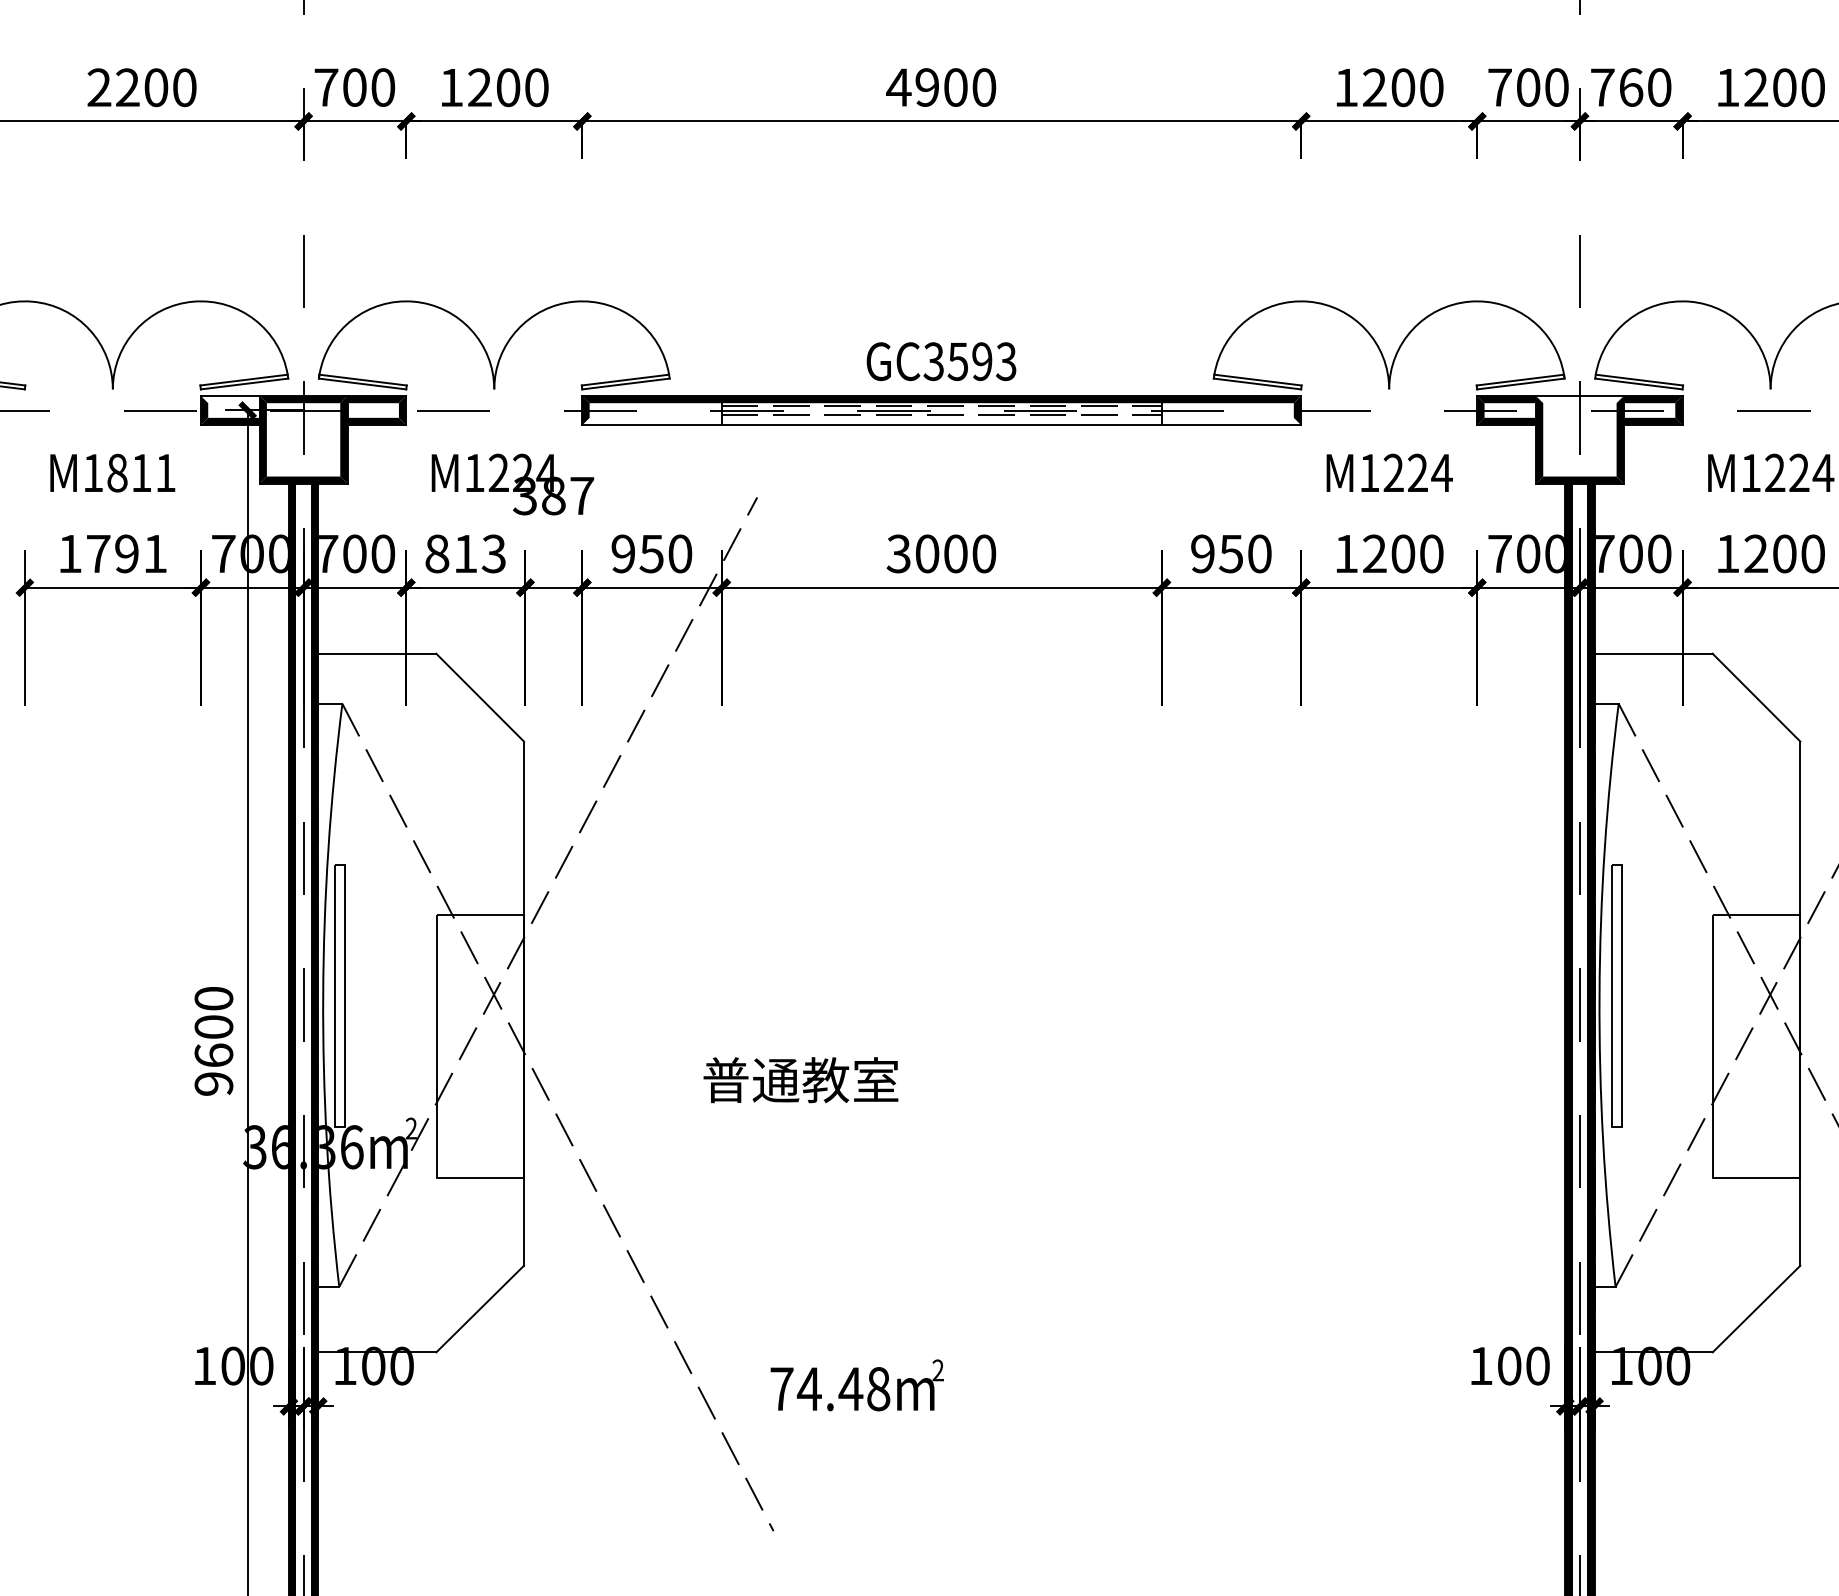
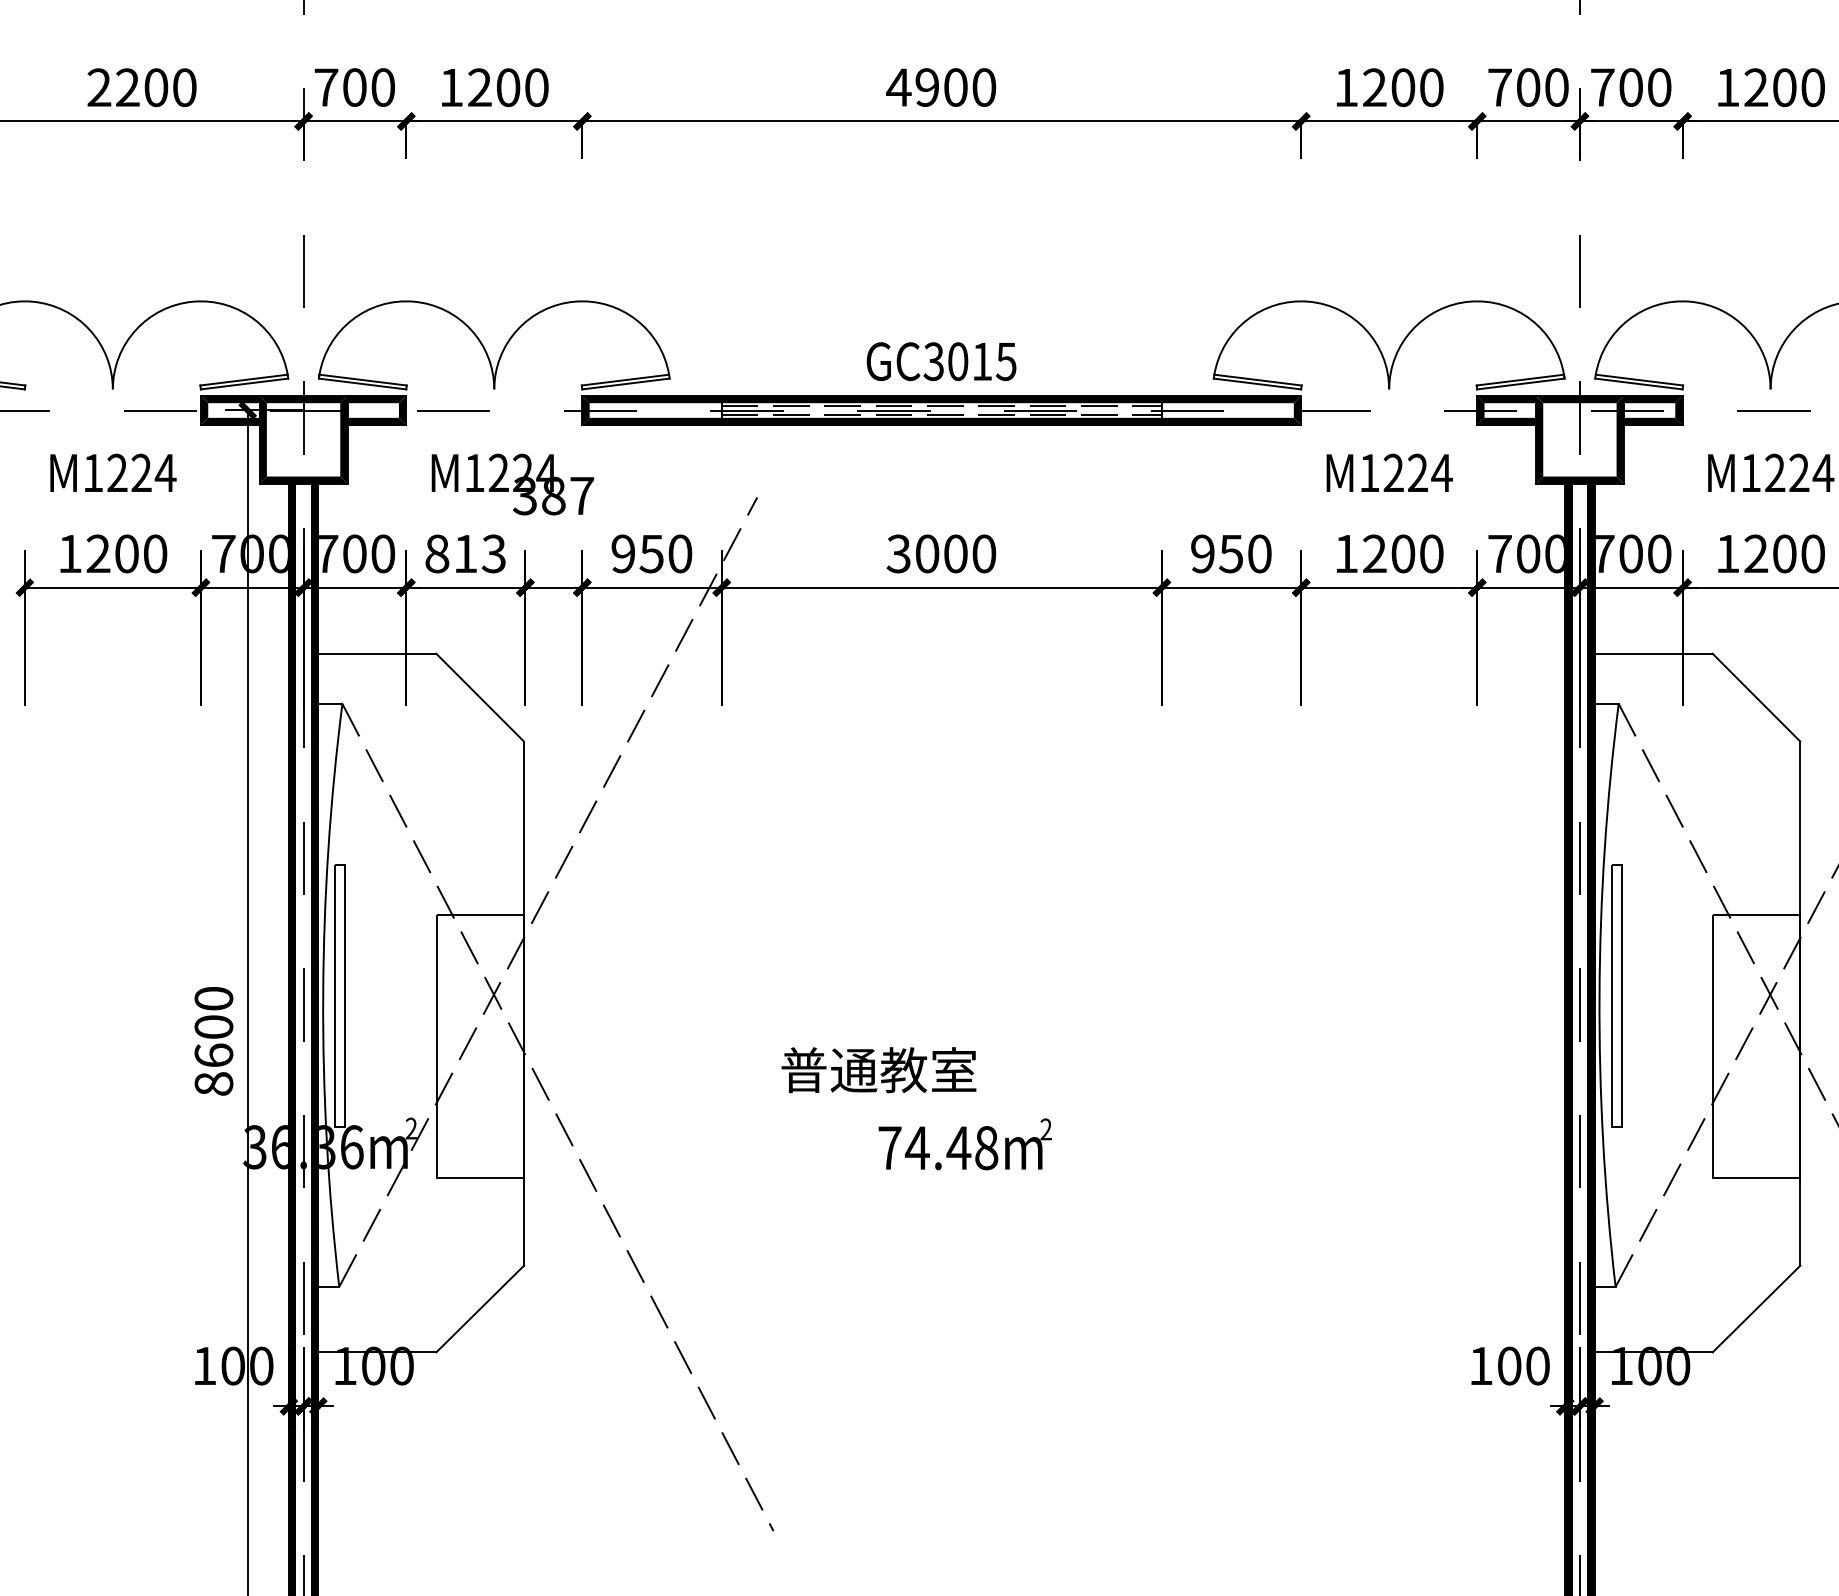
text at (1631, 87): 760 -> 700
text at (981, 361): GC3593 -> GC3015
fill at (229, 399): none -> present
fill at (1579, 399): none -> present
fill at (941, 421): none -> present
text at (141, 472): M1811 -> M1224
text at (126, 553): 1791 -> 1200
text at (800, 1080) position: (800, 1080) -> (878, 1070)
text at (213, 1083): 9600 -> 8600
text at (856, 1385) position: (856, 1385) -> (964, 1144)
